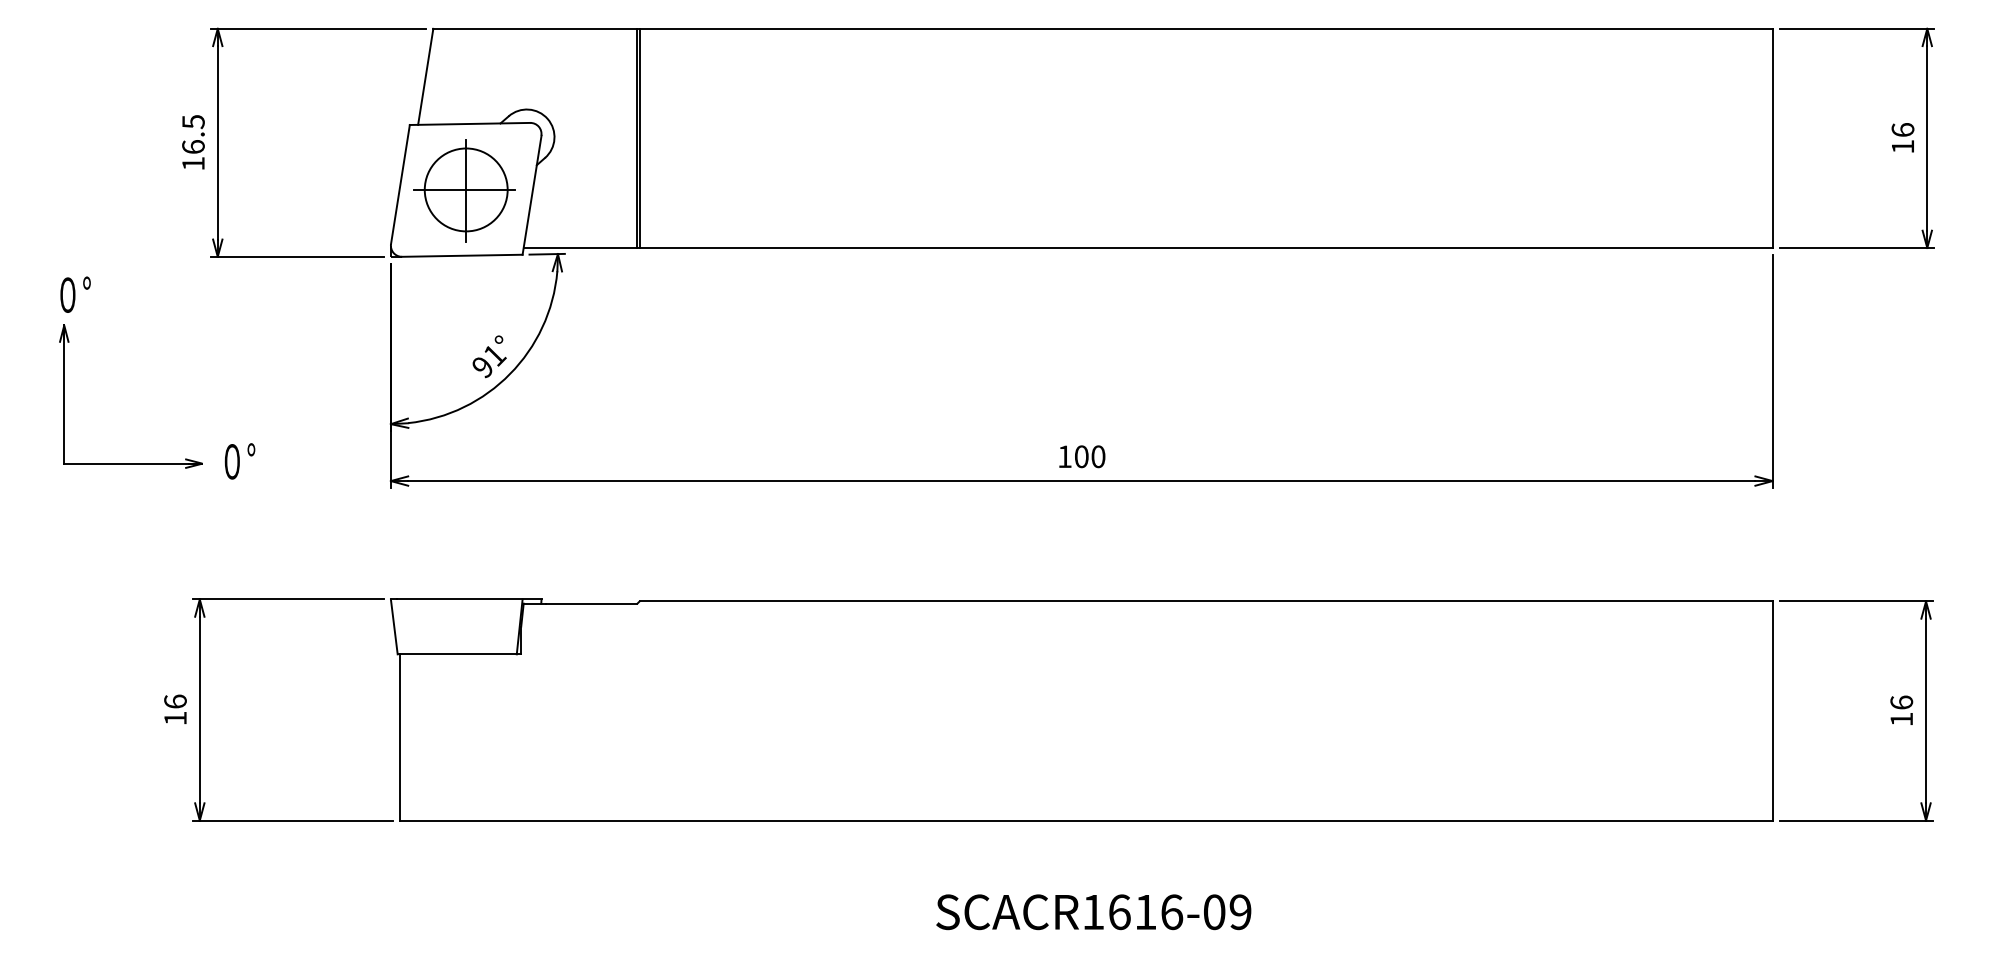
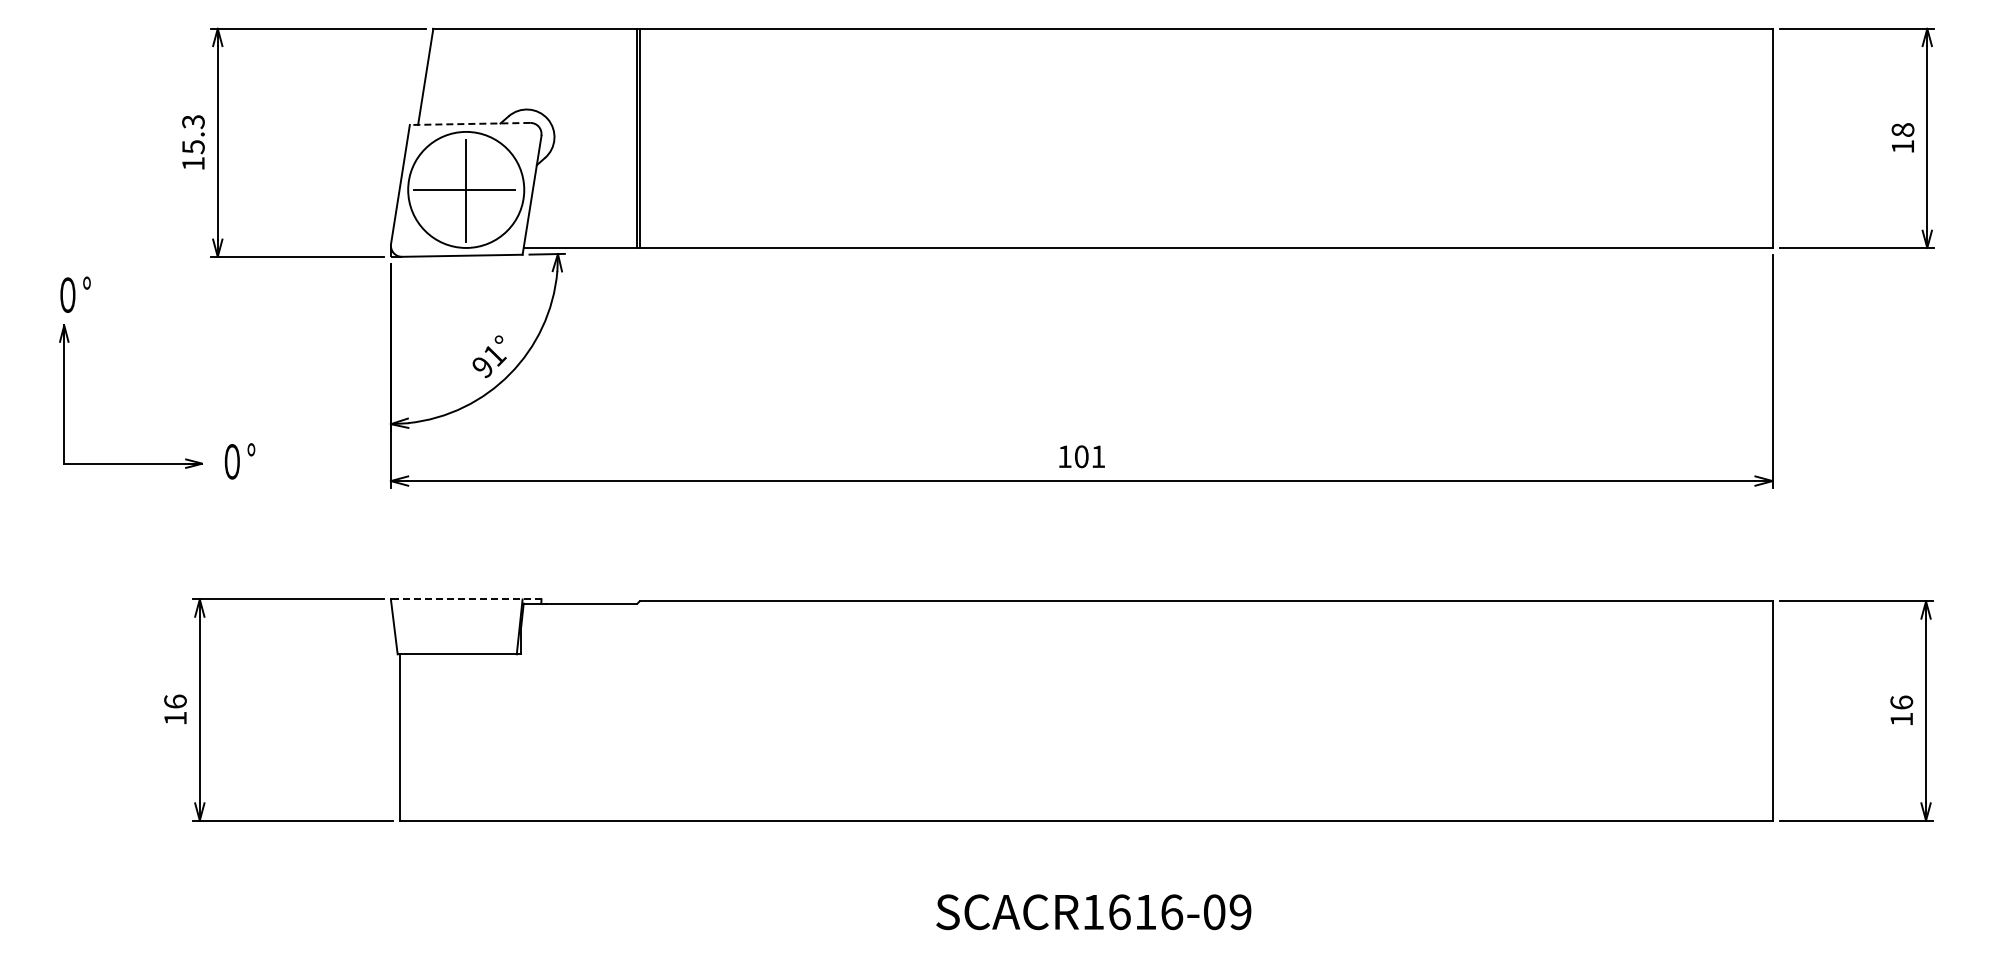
line at (469, 123): solid -> dashed
text at (1902, 129): 16 -> 18
text at (193, 134): 16.5 -> 15.3
circle at (465, 189) diameter: 83 px -> 116 px
text at (1098, 456): 100 -> 101
line at (468, 599): solid -> dashed
